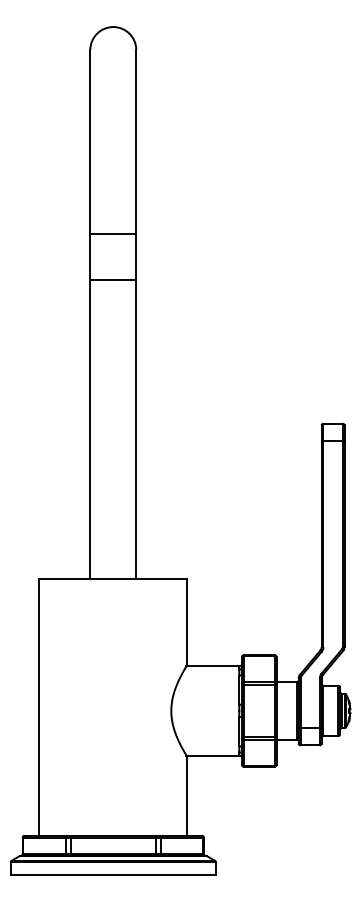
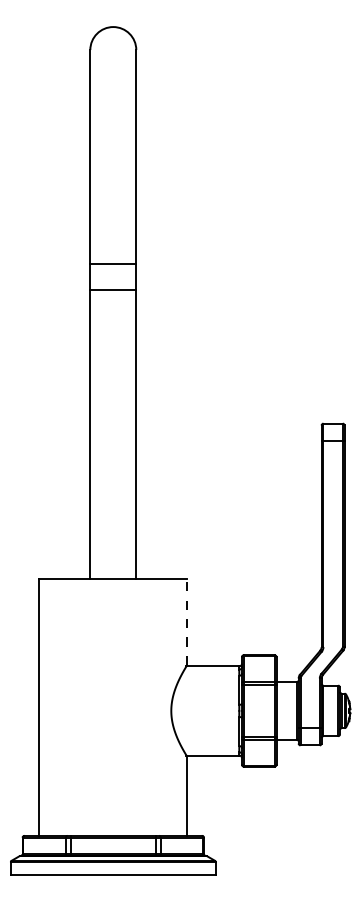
line at (113, 233) position: (113, 233) -> (113, 263)
line at (113, 279) position: (113, 279) -> (113, 289)
line at (187, 621): solid -> dashed
